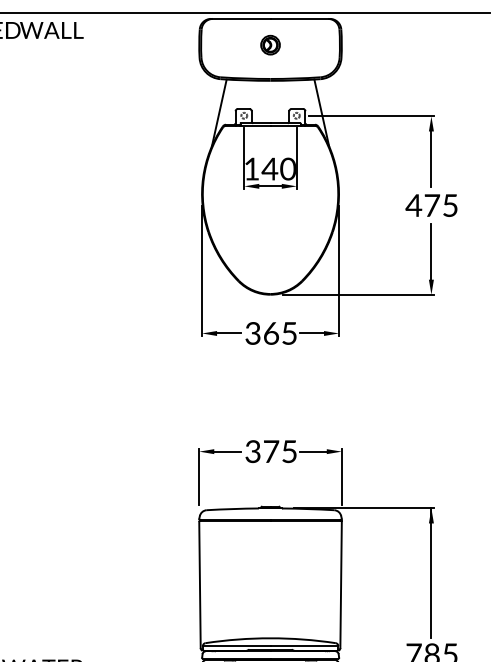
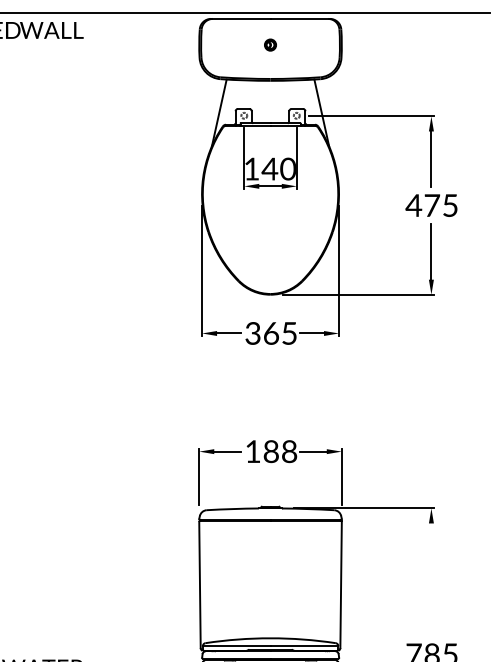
part at (270, 44) size: 21x22 px -> 13x14 px
text at (271, 451): 375 -> 188
line at (431, 572): present -> none
